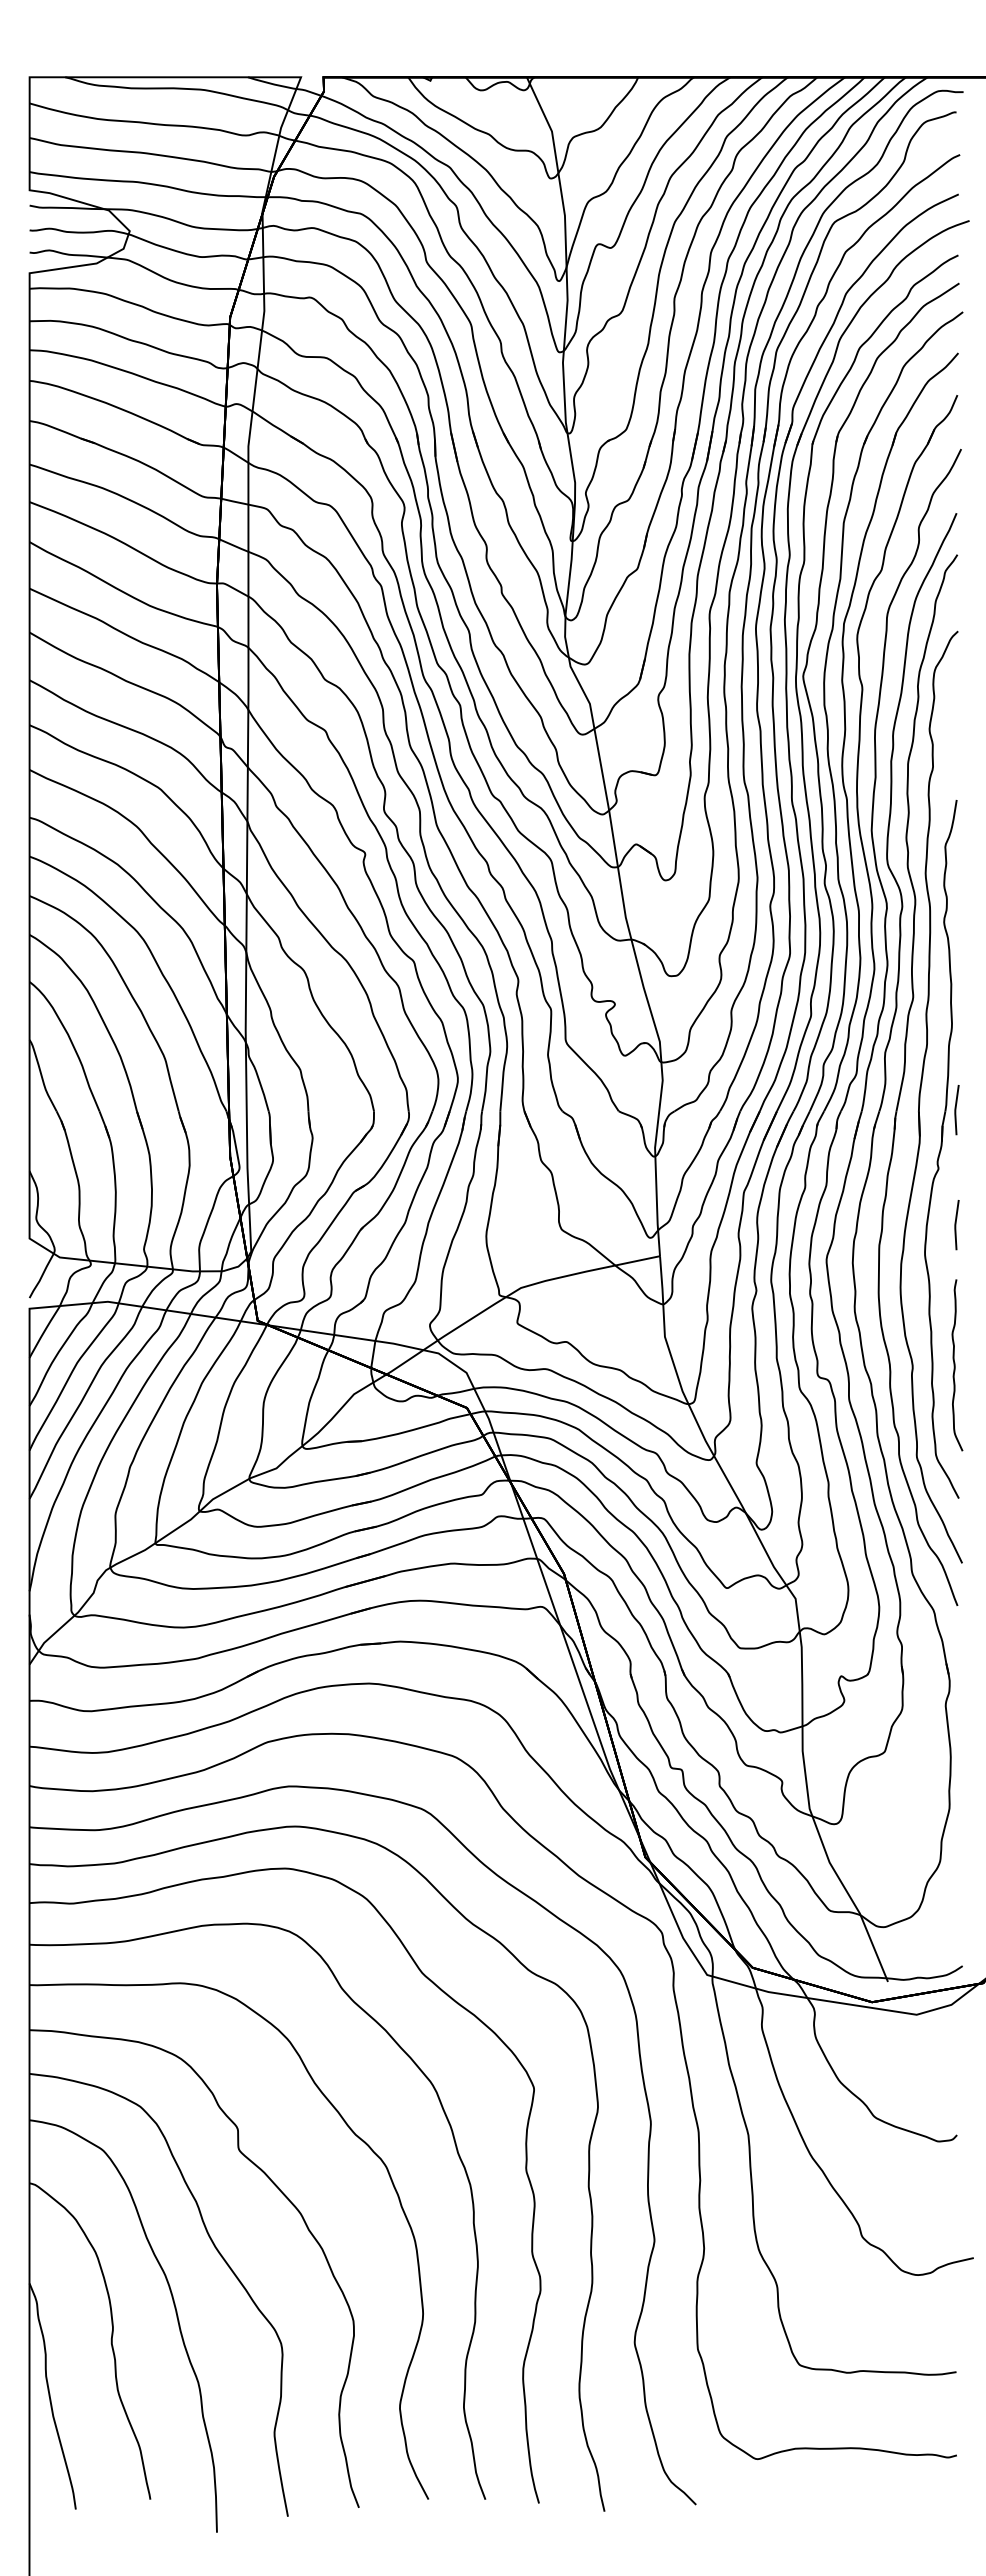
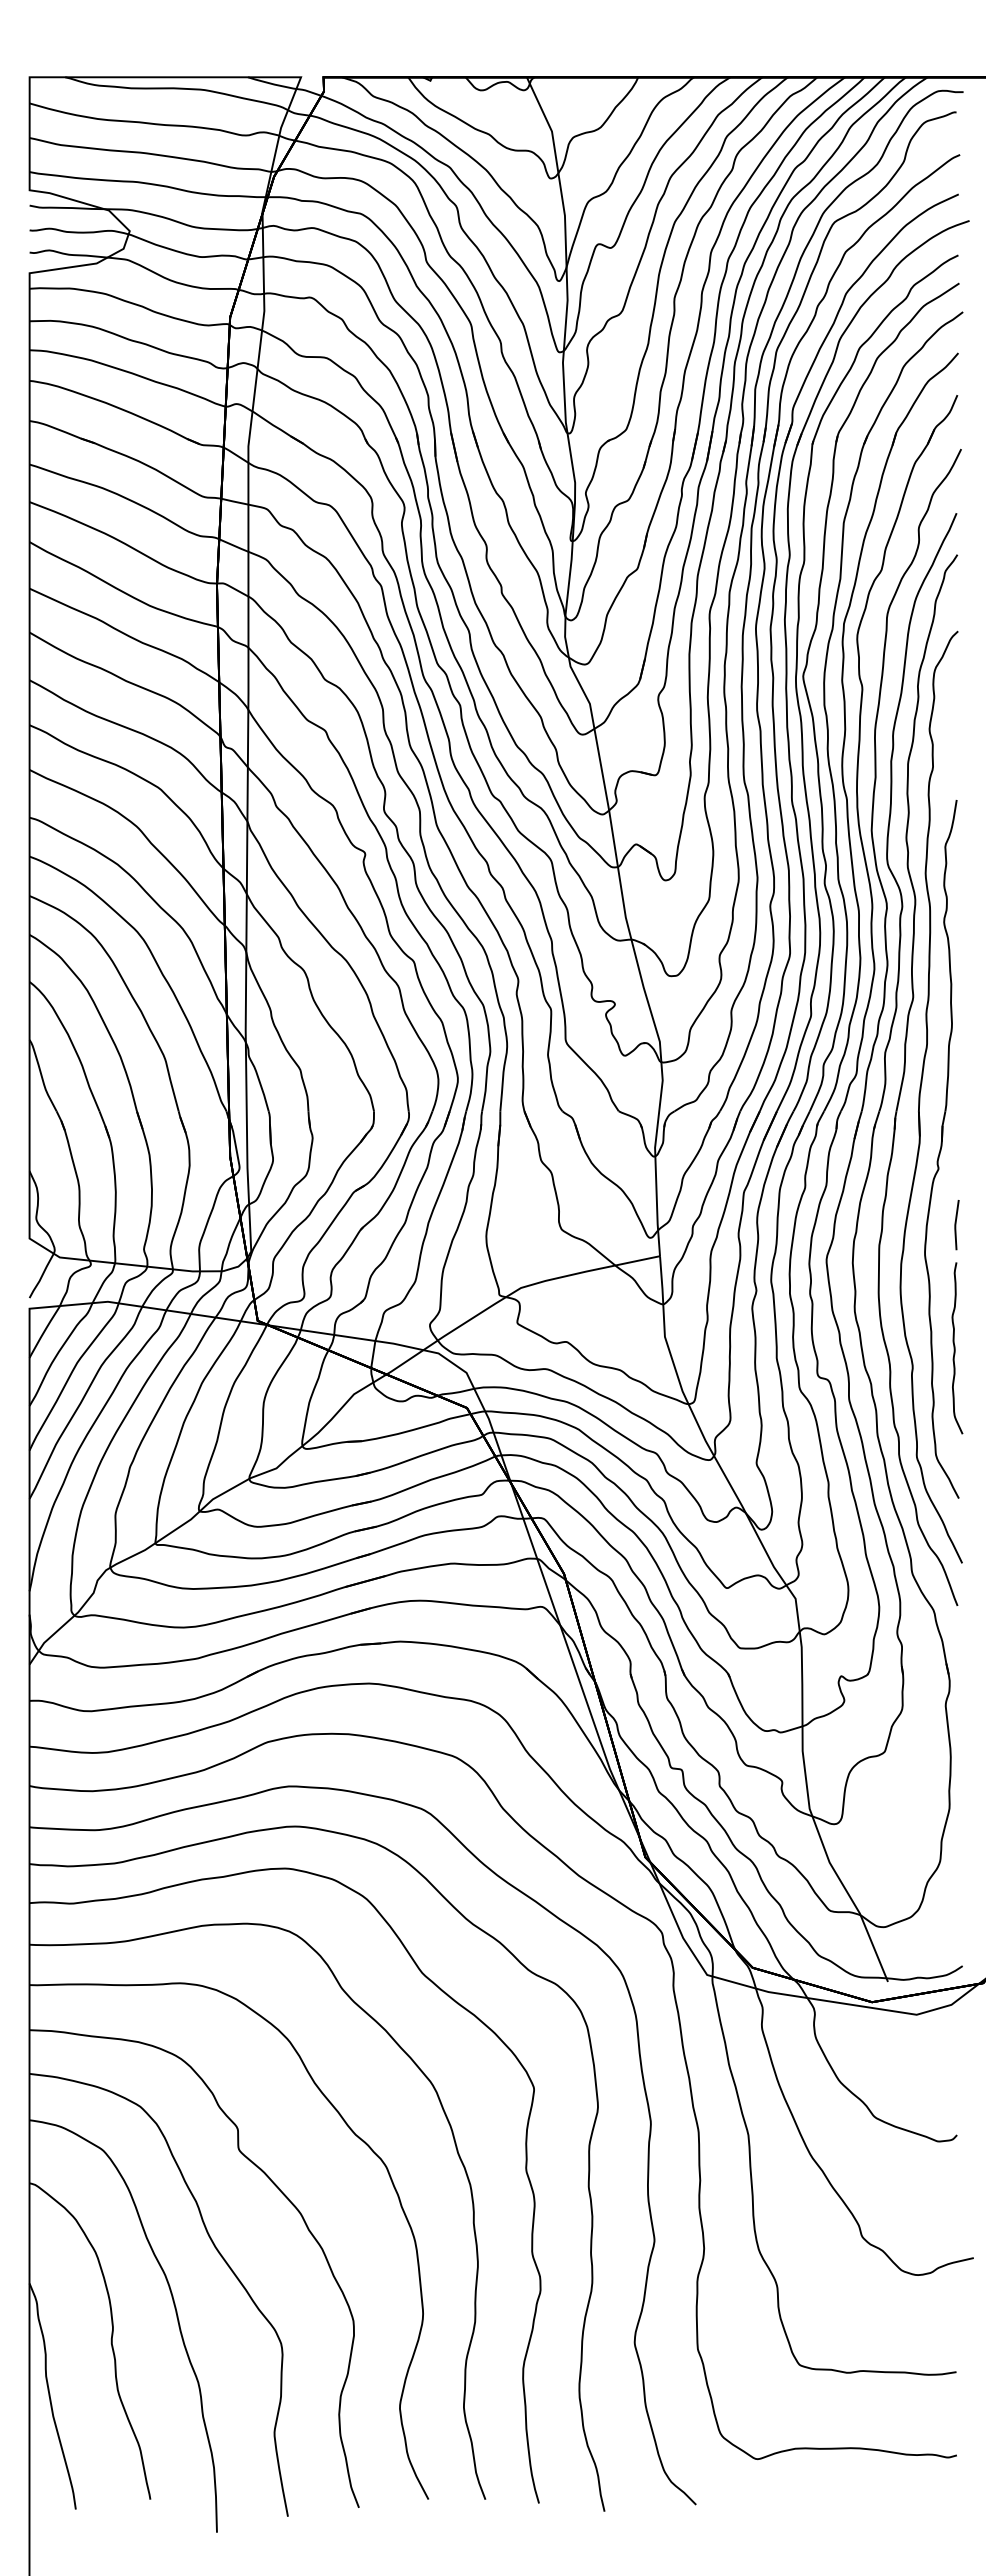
line at (956, 1110): present -> none
curve at (955, 1365) position: (955, 1365) -> (955, 1348)
